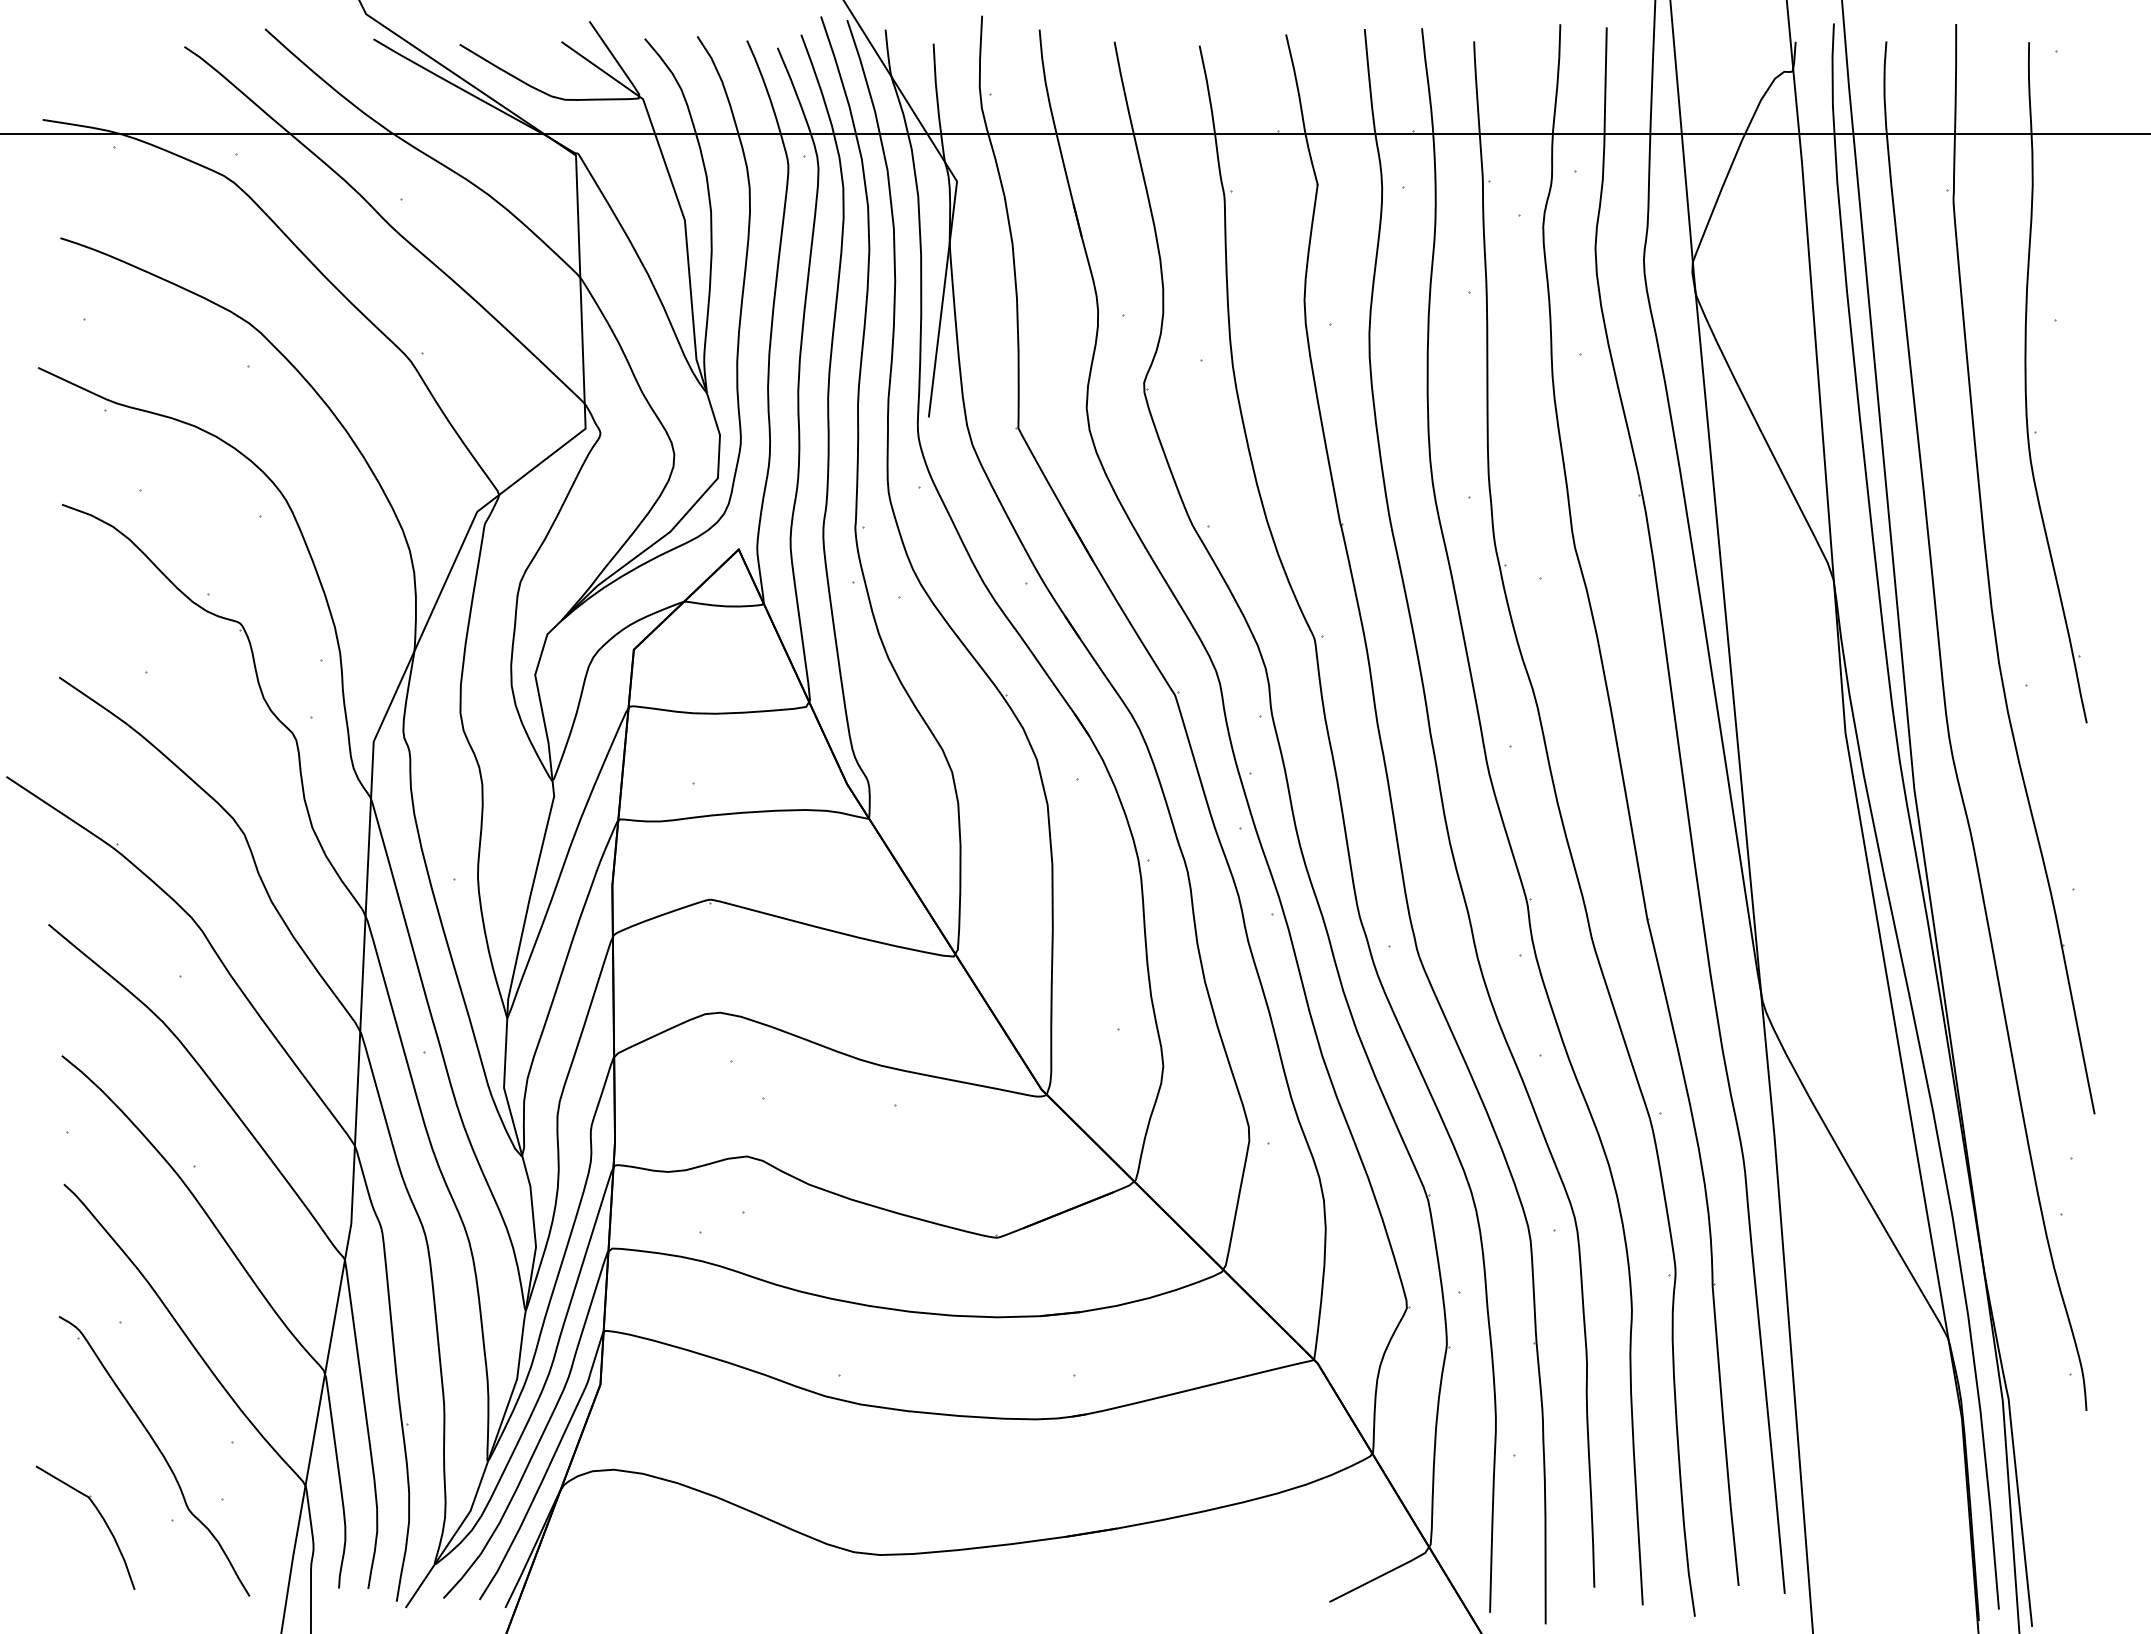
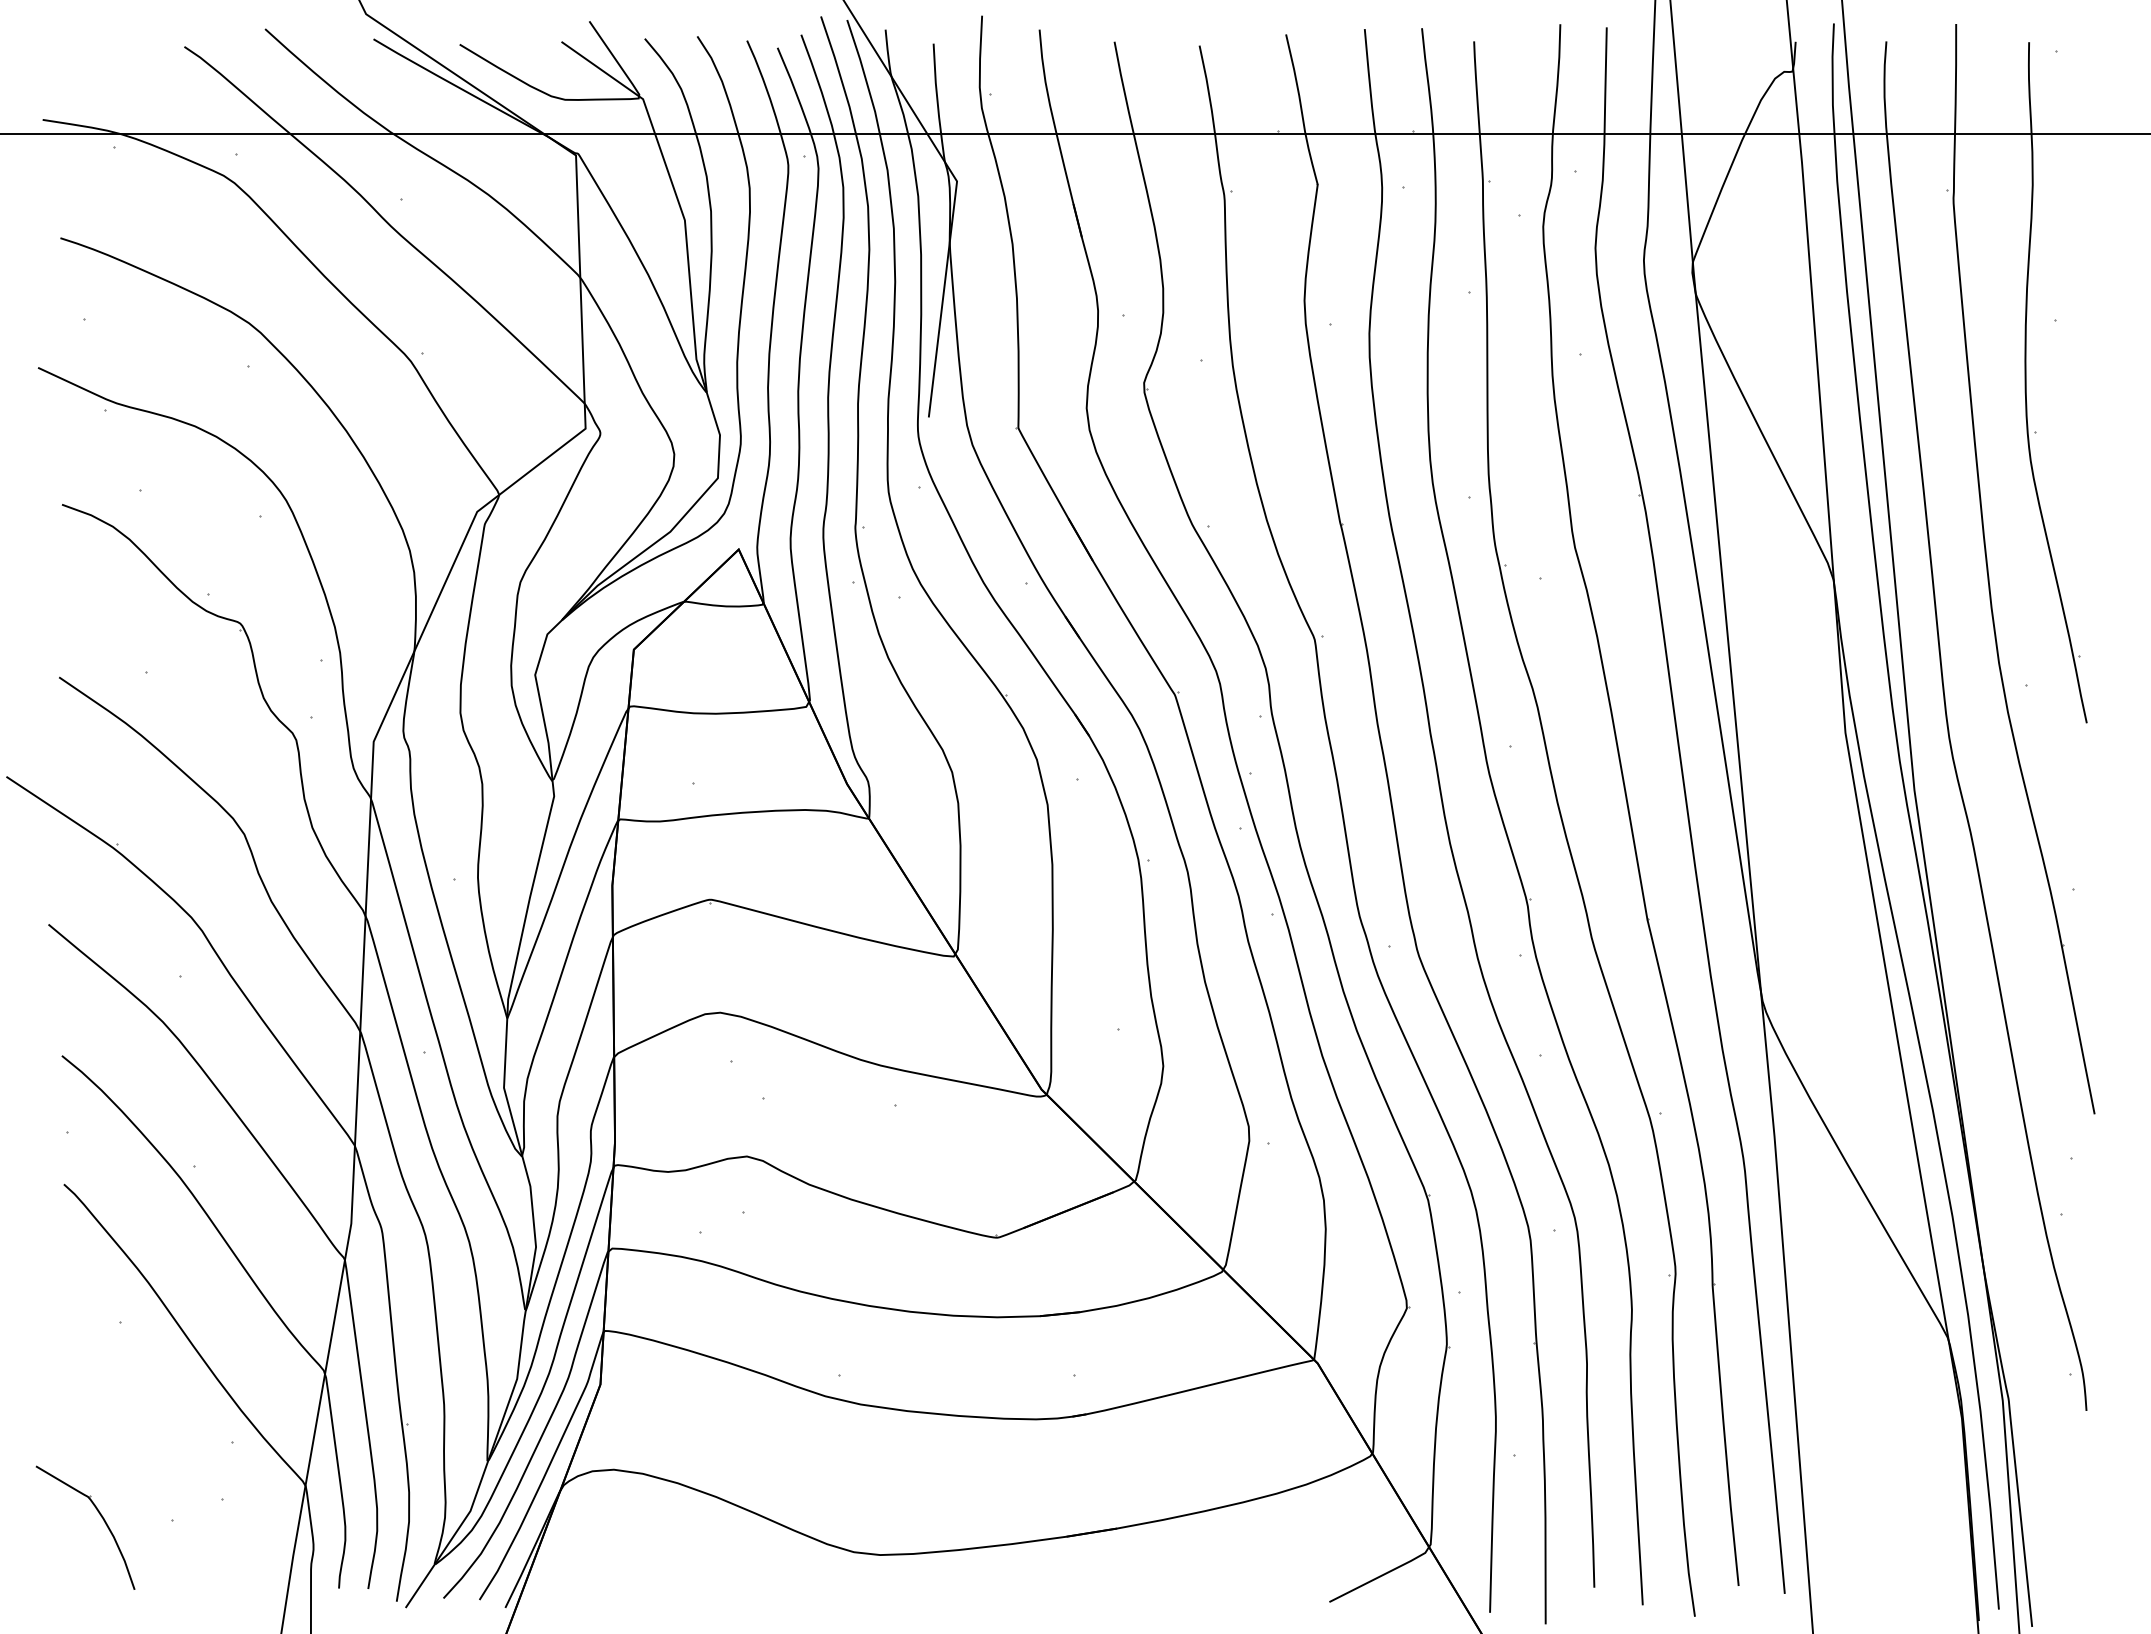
part at (160, 1453): present -> none
